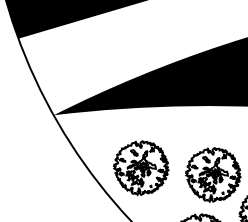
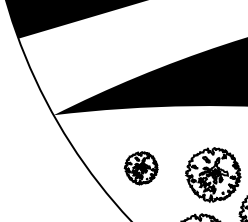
part at (141, 168) size: 57x57 px -> 36x35 px
